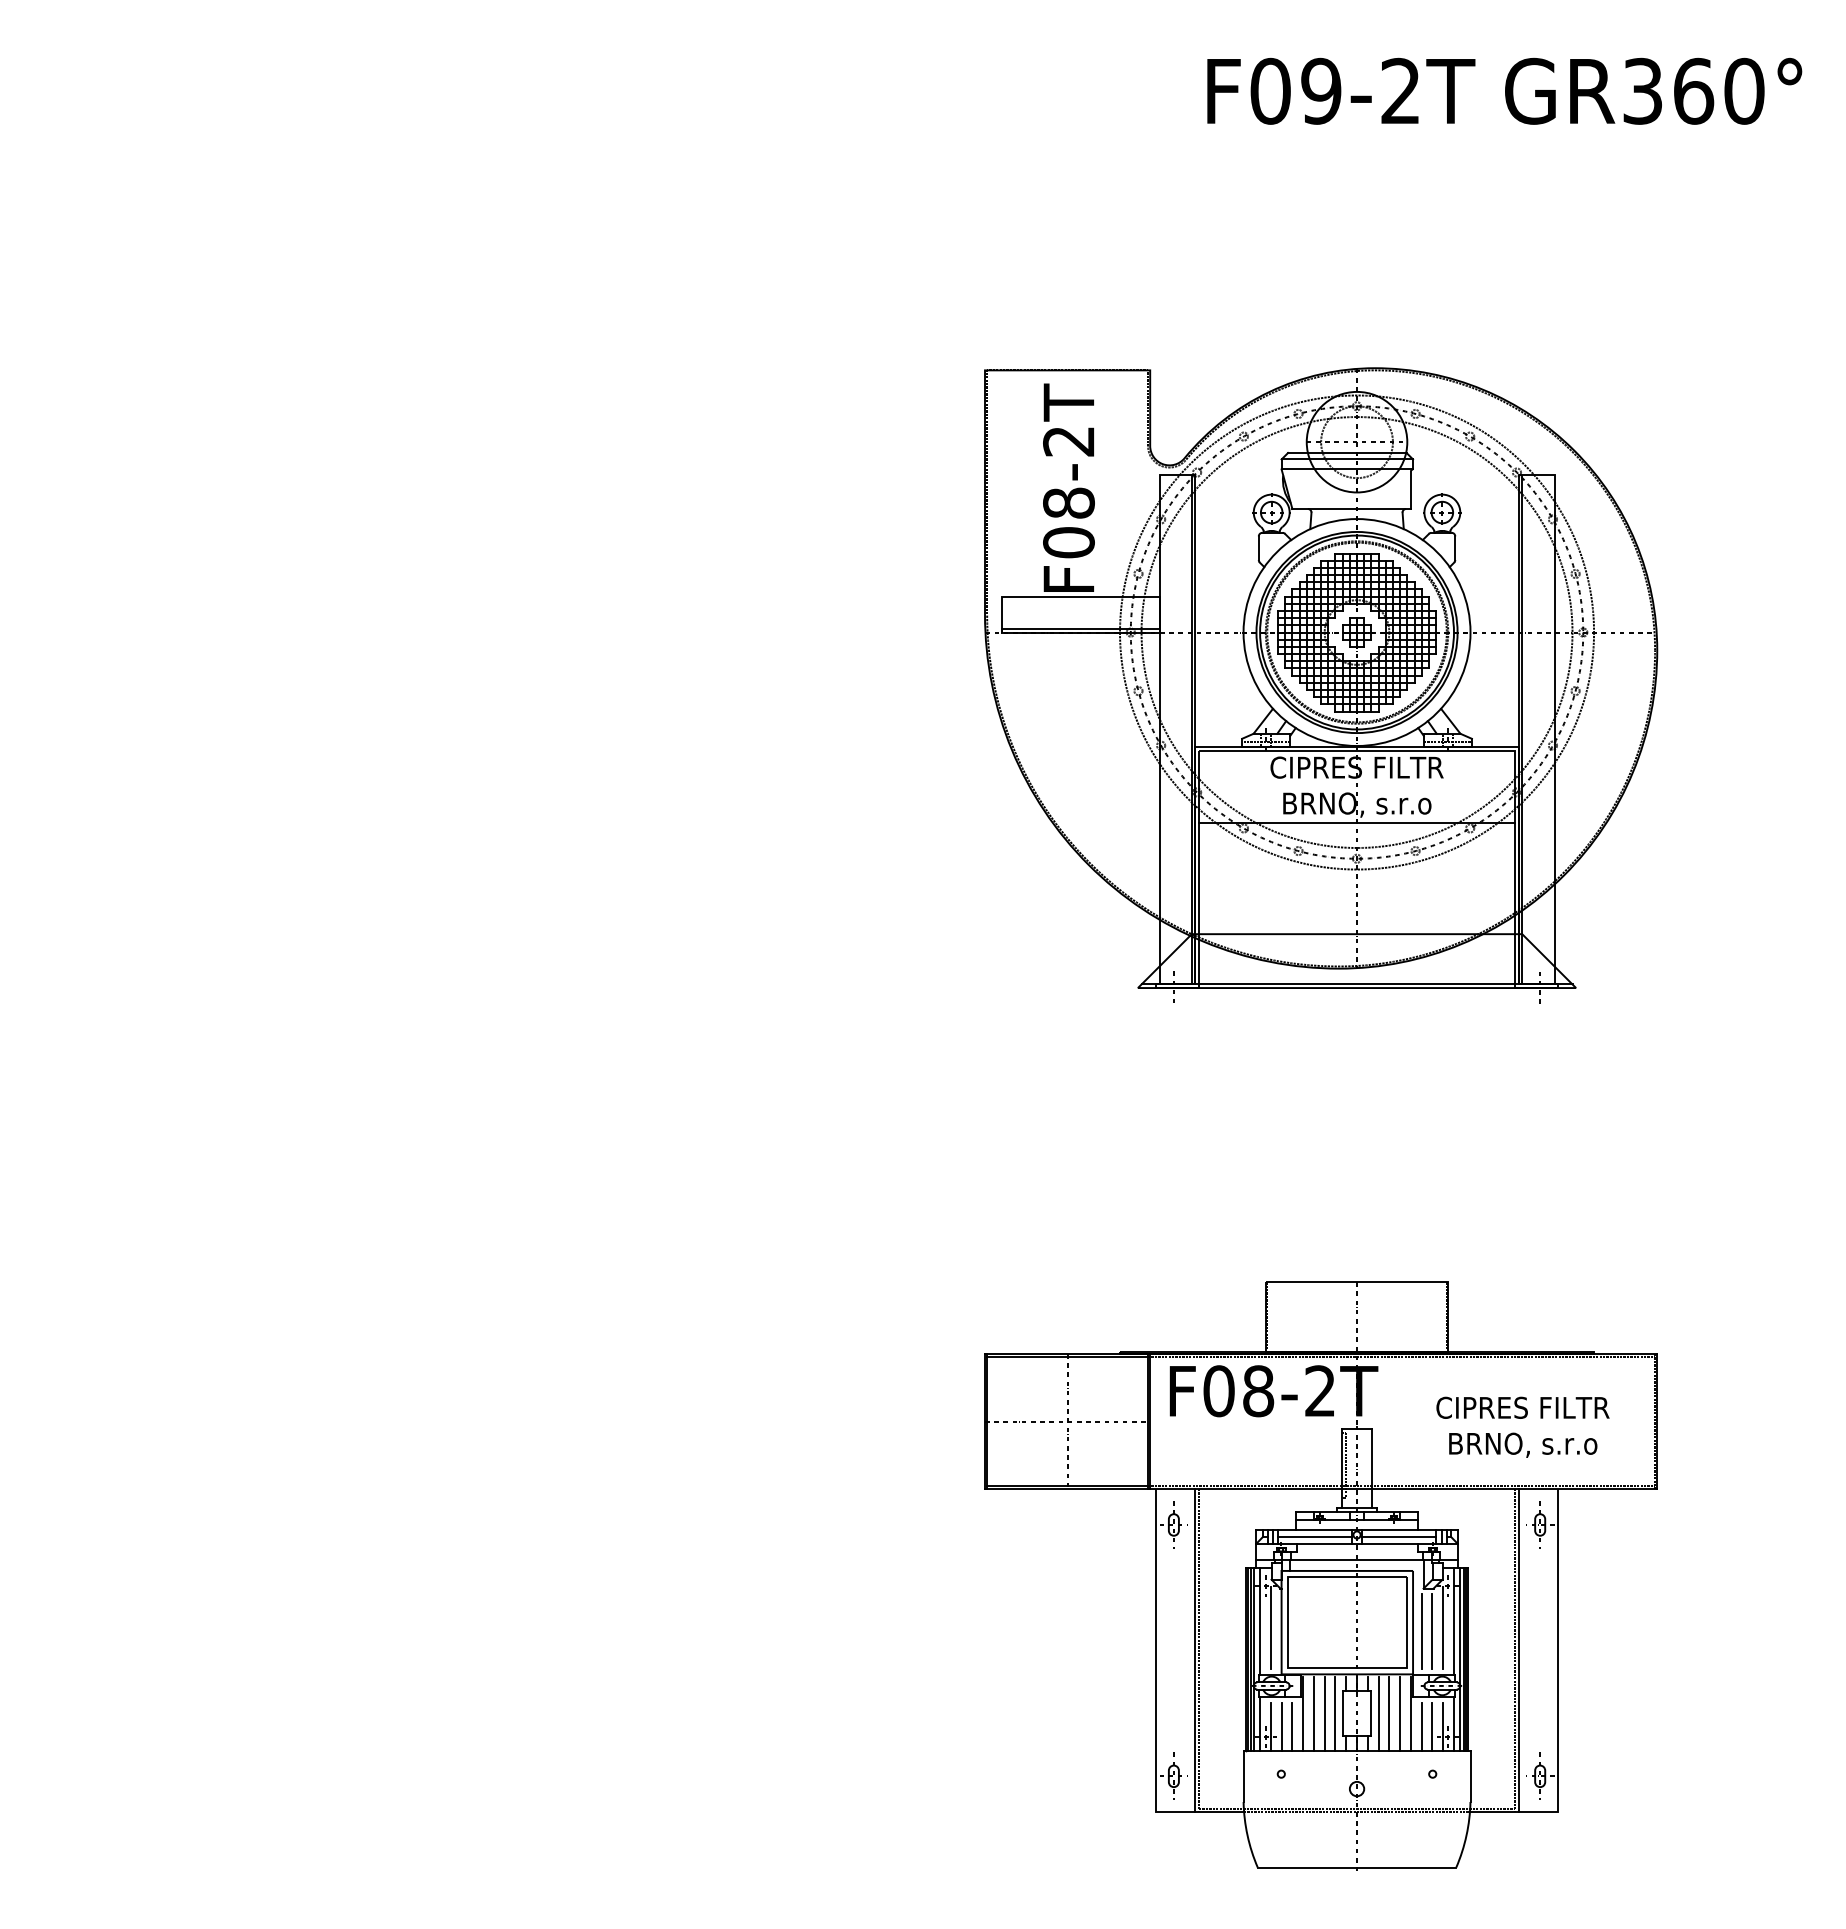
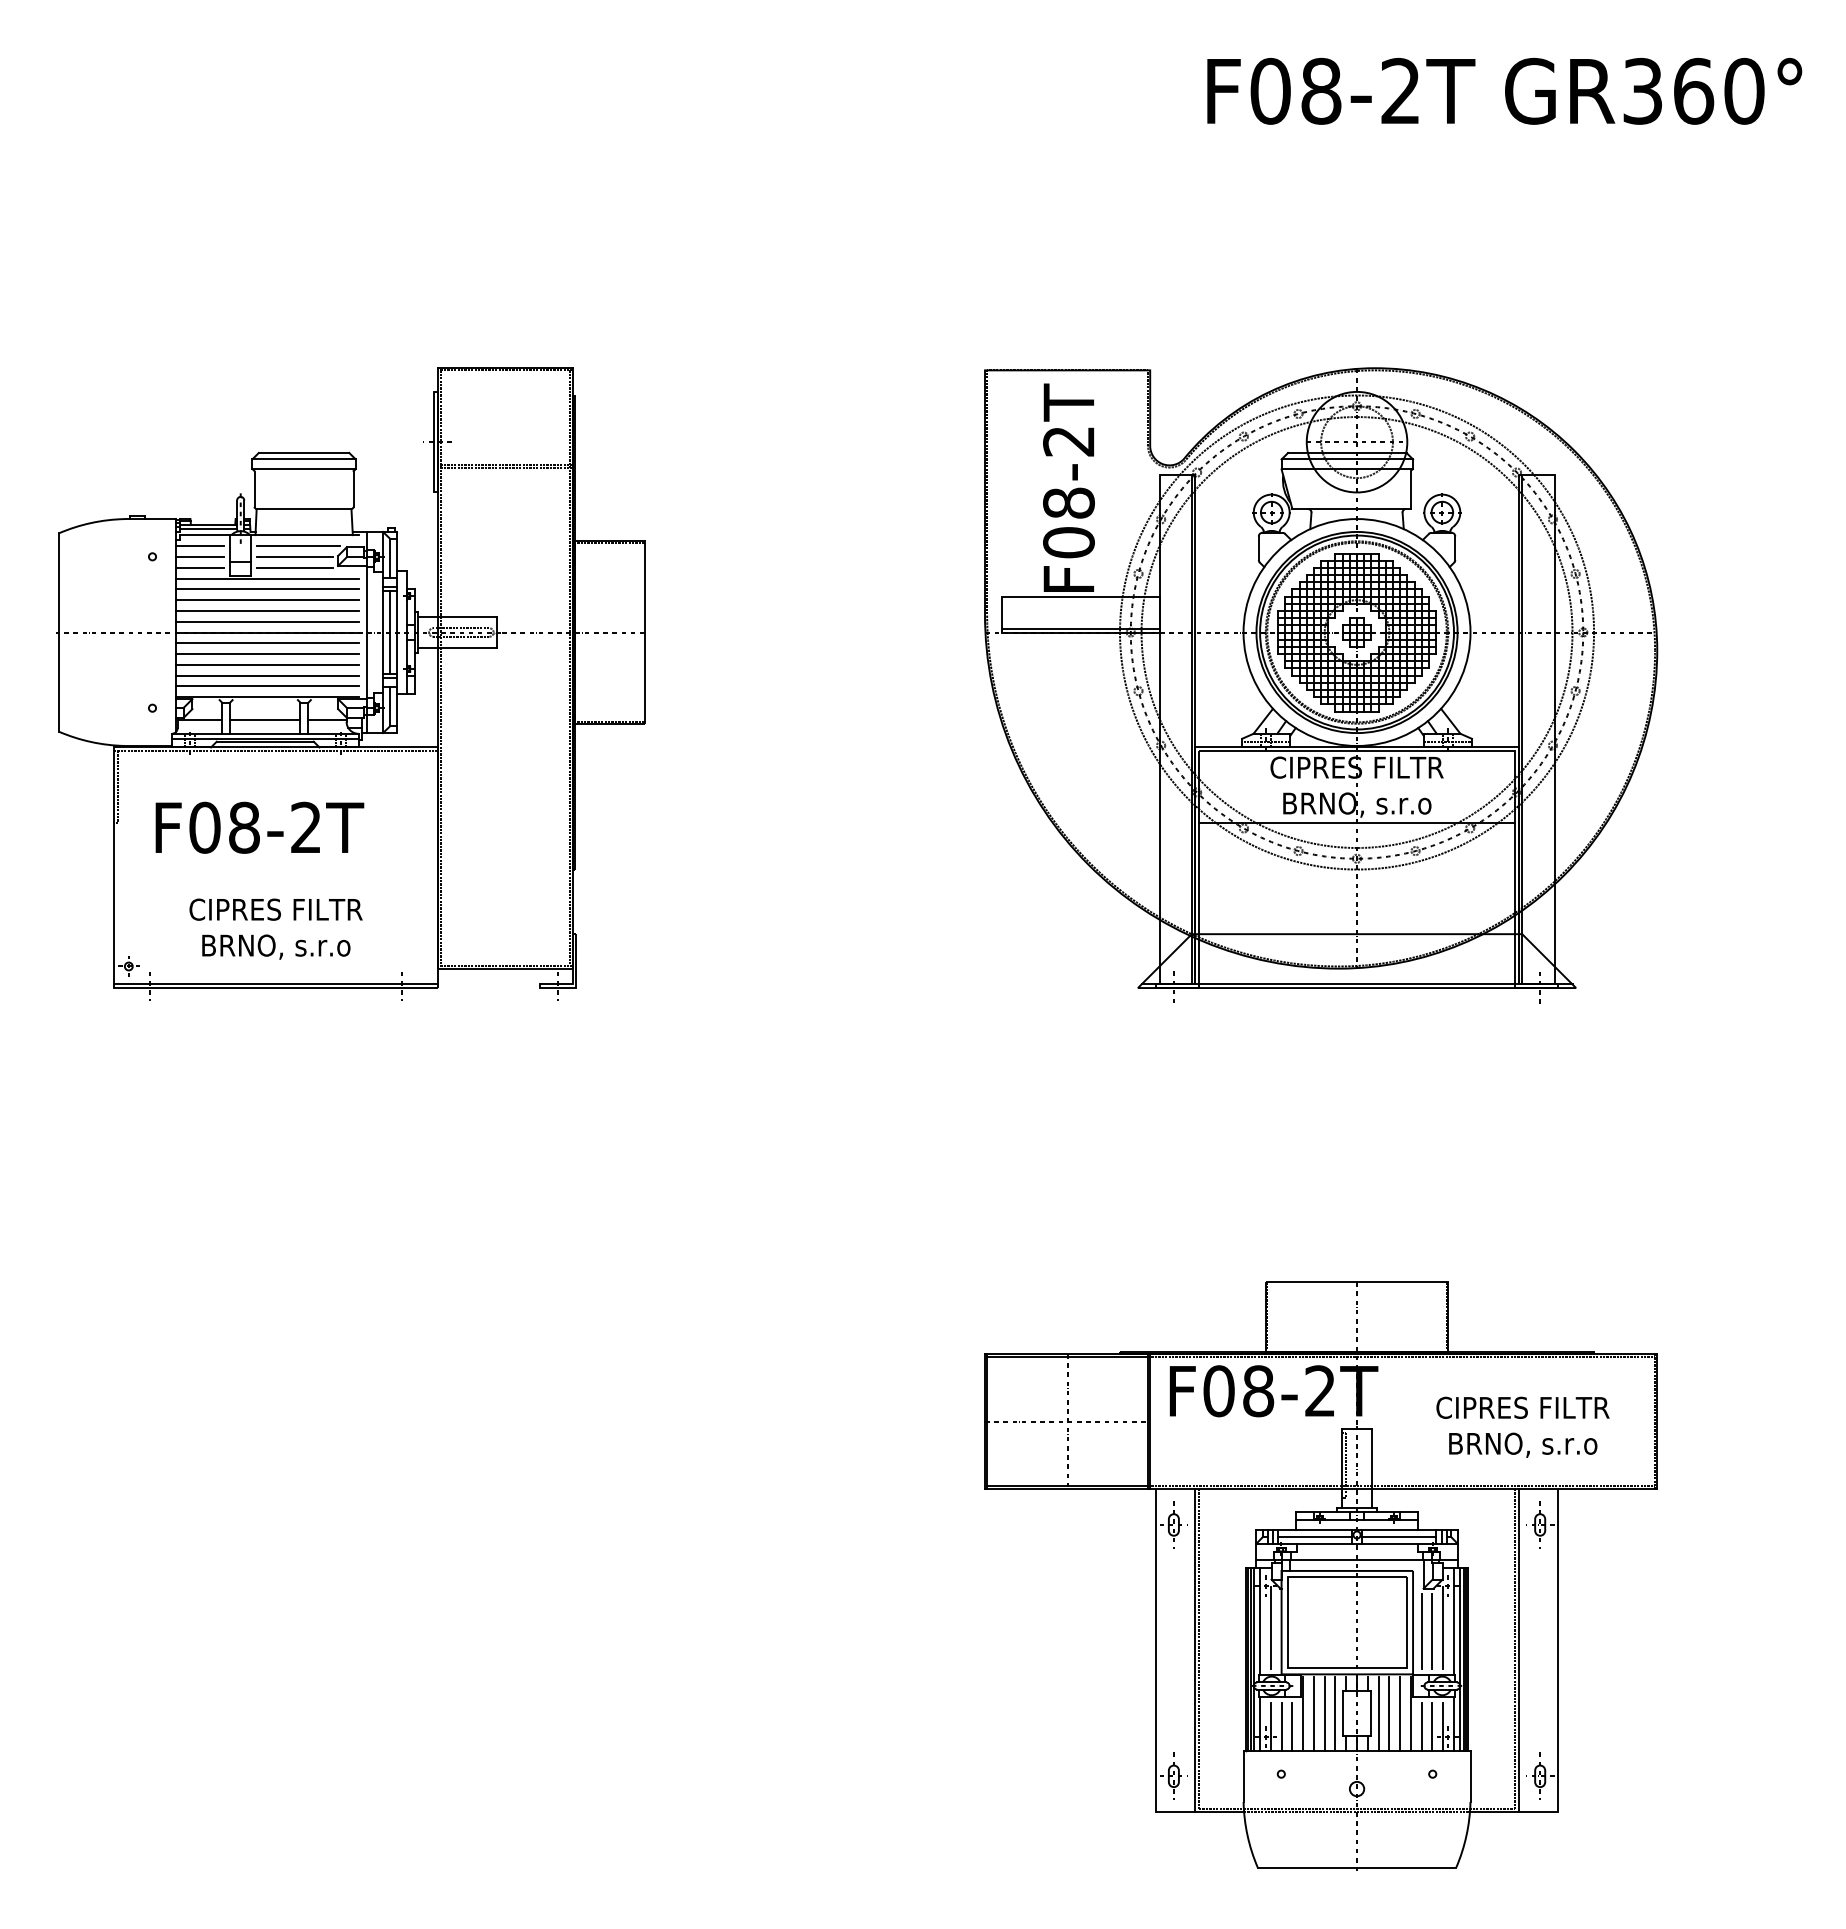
text at (1321, 91): F09-2T -> F08-2T
part at (350, 683): none -> present
